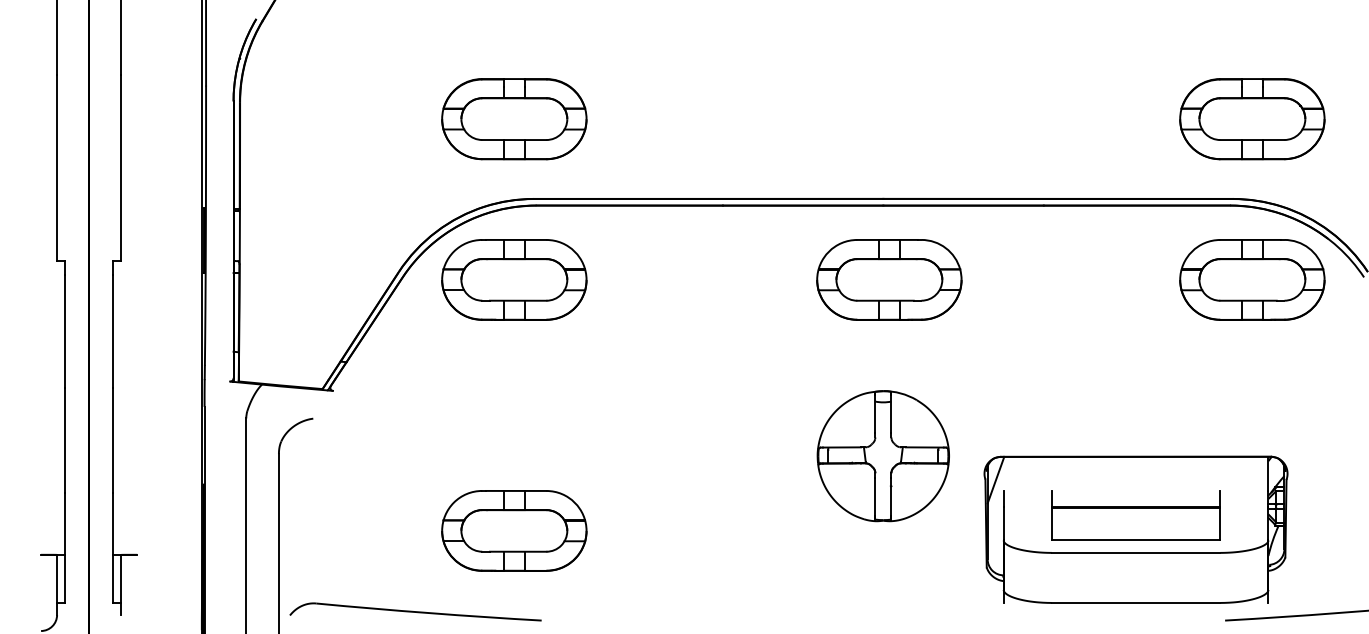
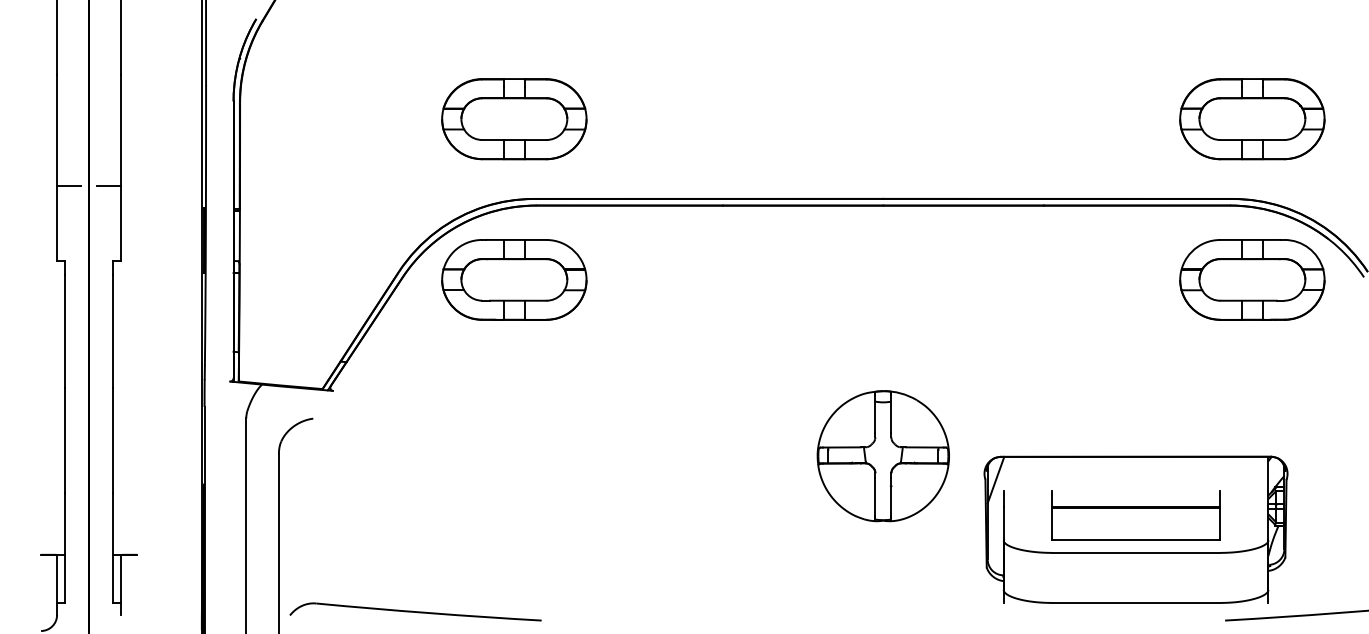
line at (69, 185): none -> present
line at (109, 185): none -> present
part at (889, 279): present -> none
part at (514, 530): present -> none
